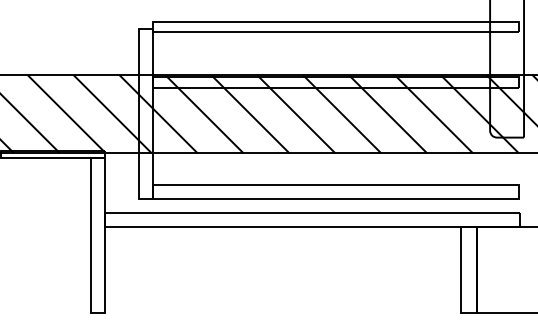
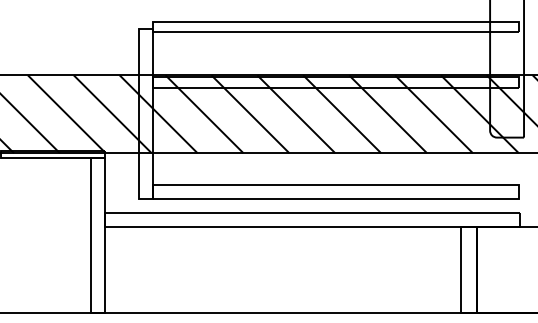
line at (268, 313): none -> present
